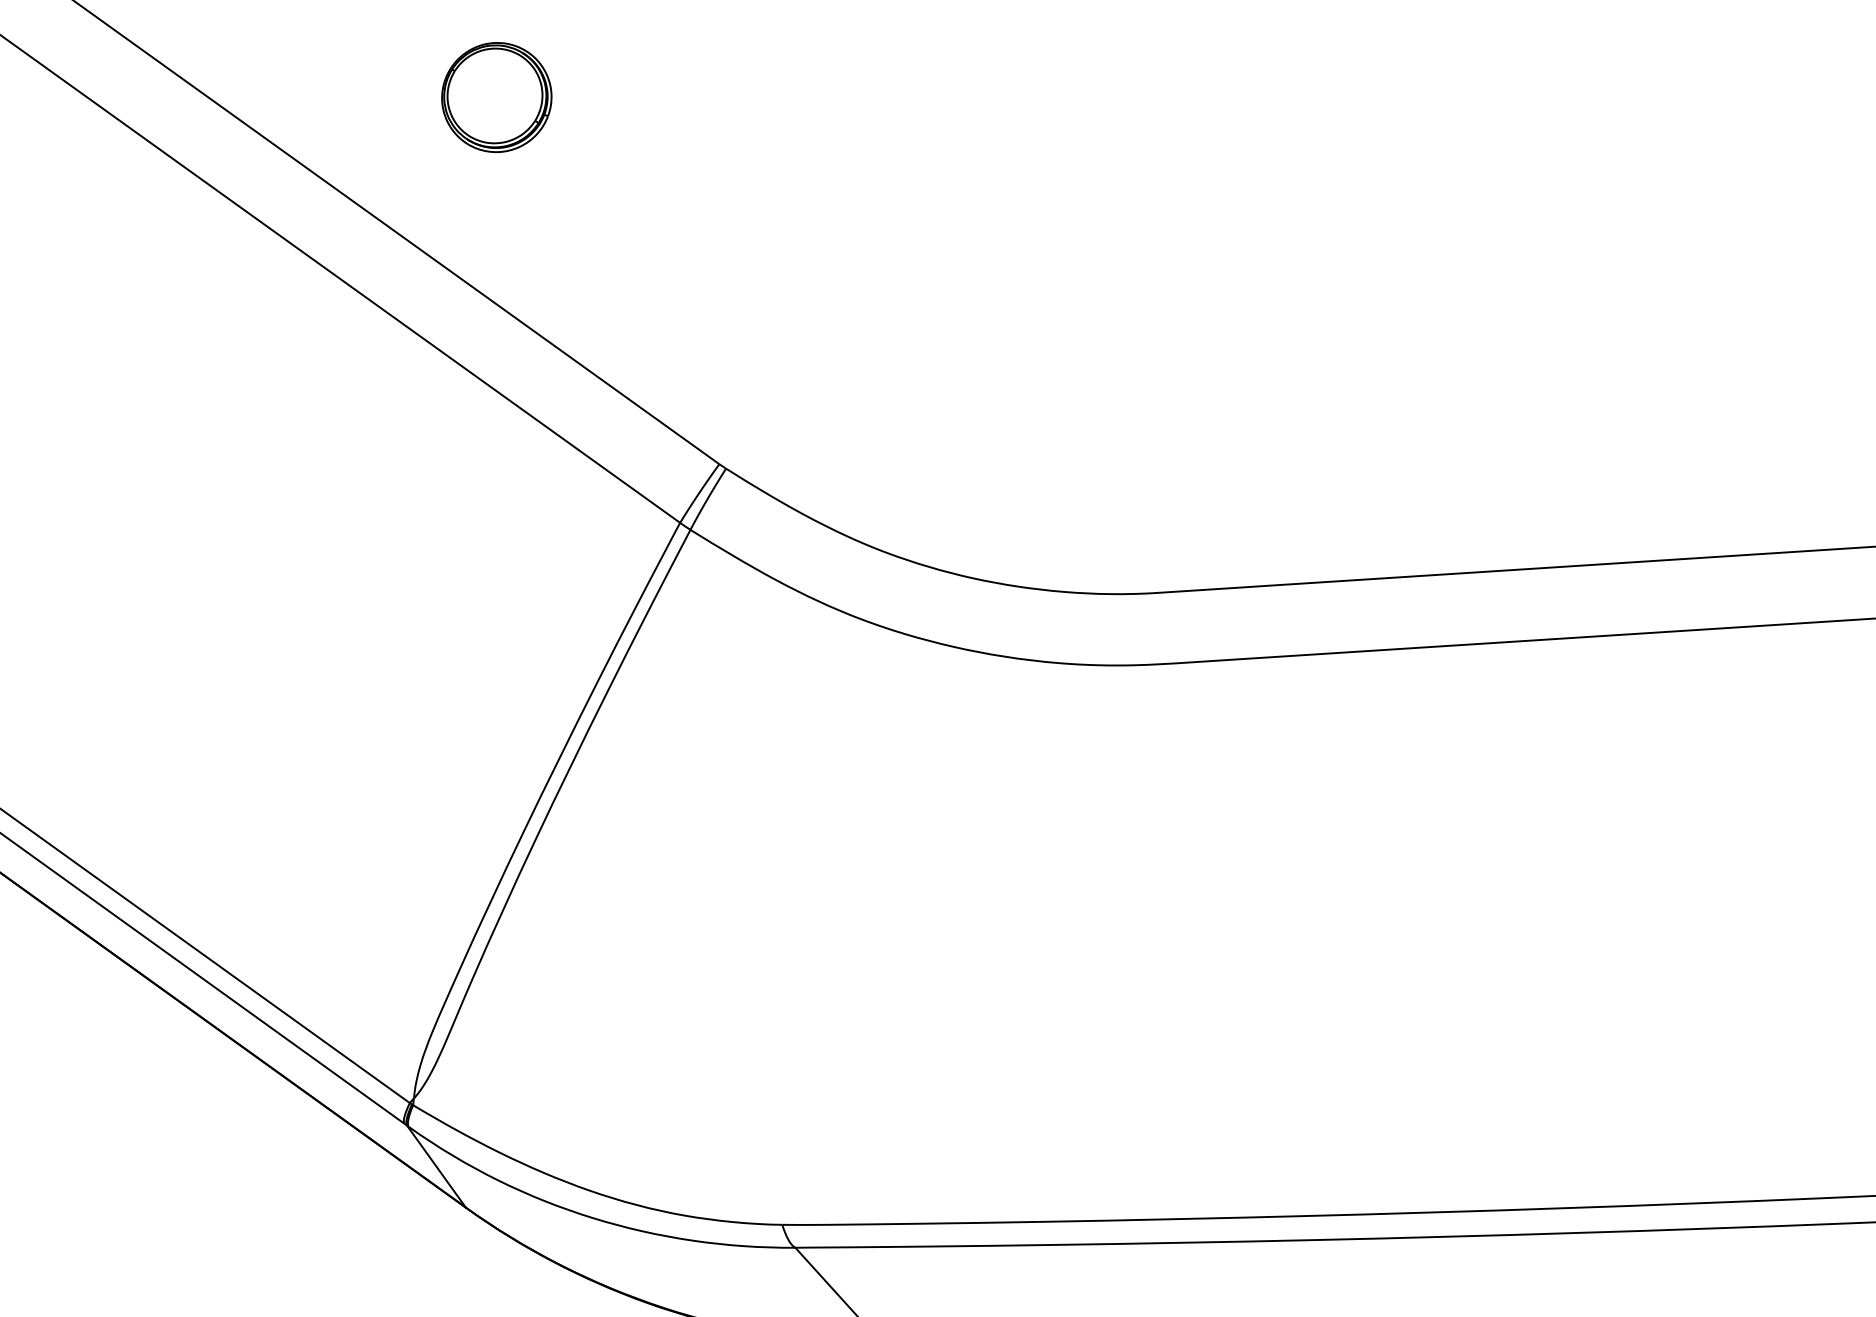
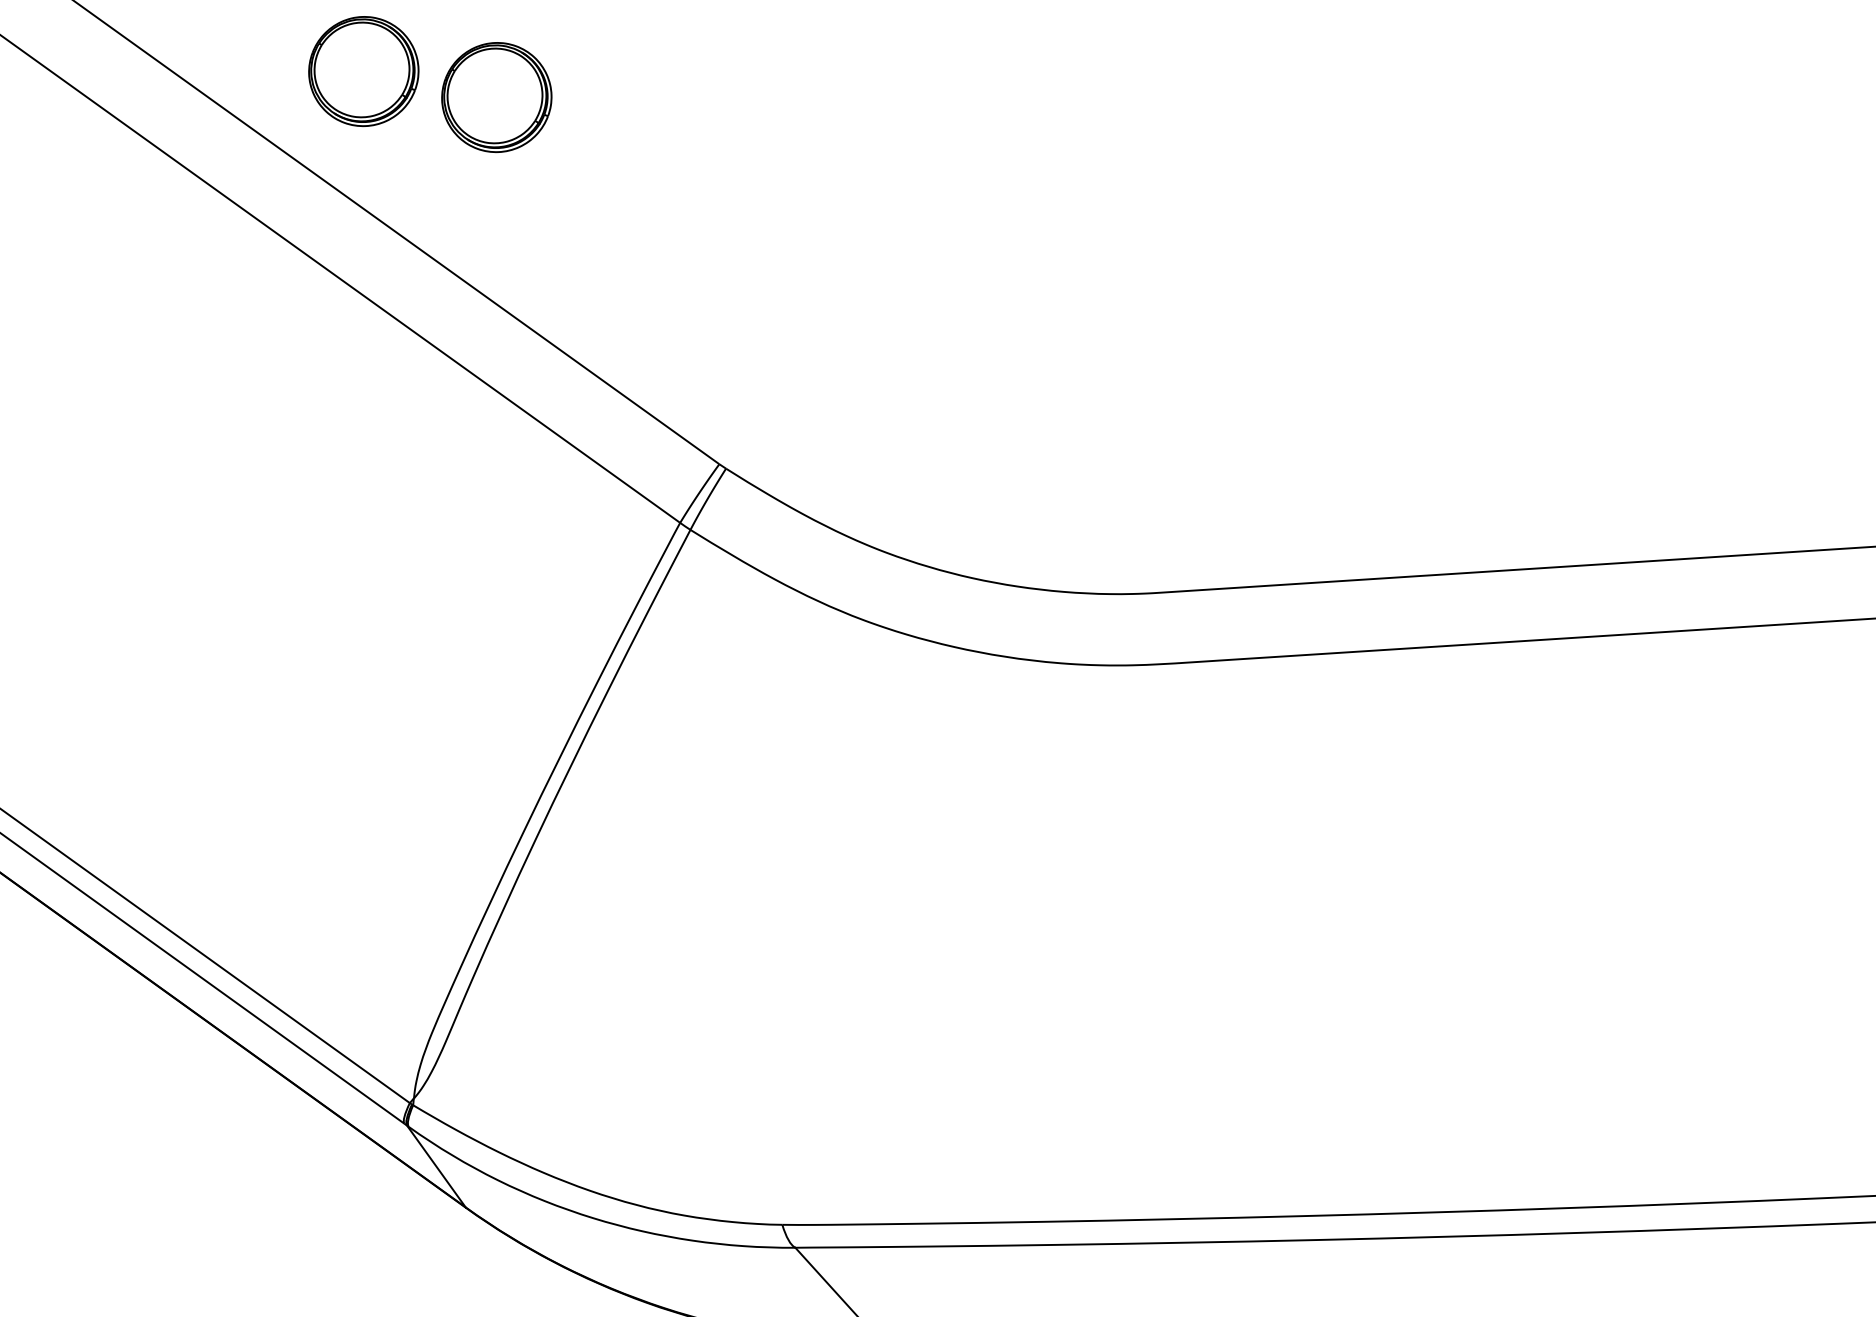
part at (363, 71): none -> present
